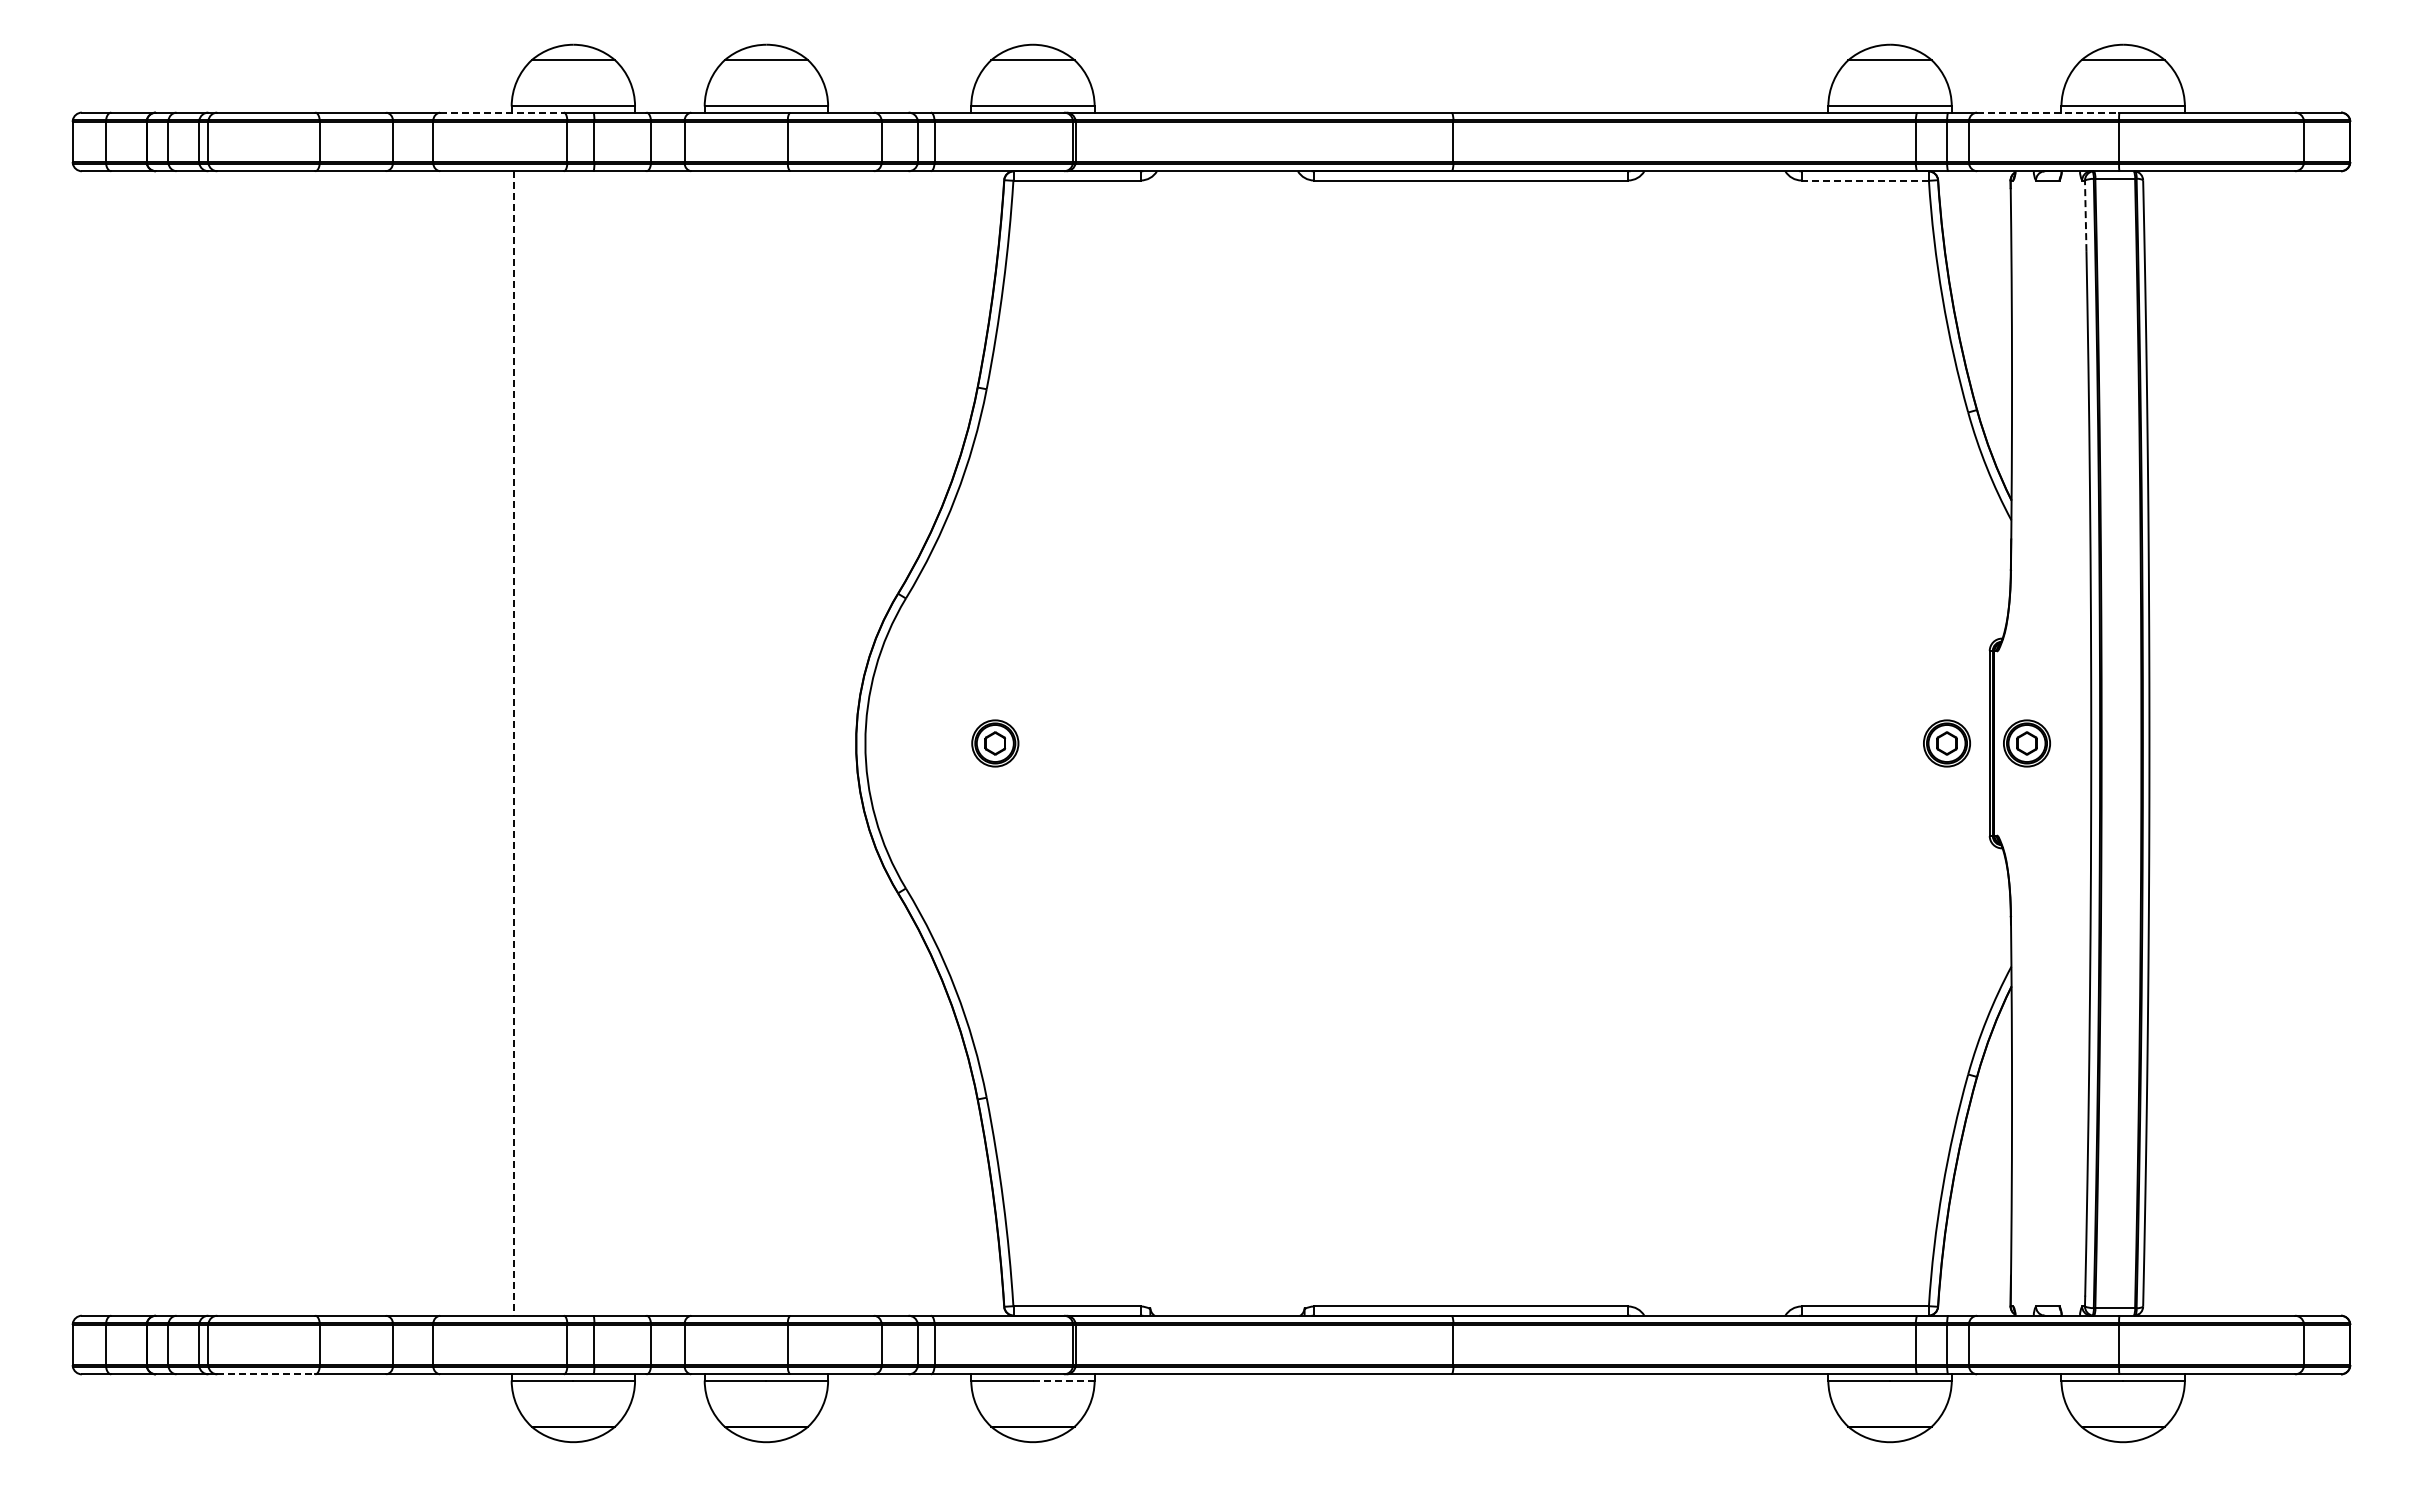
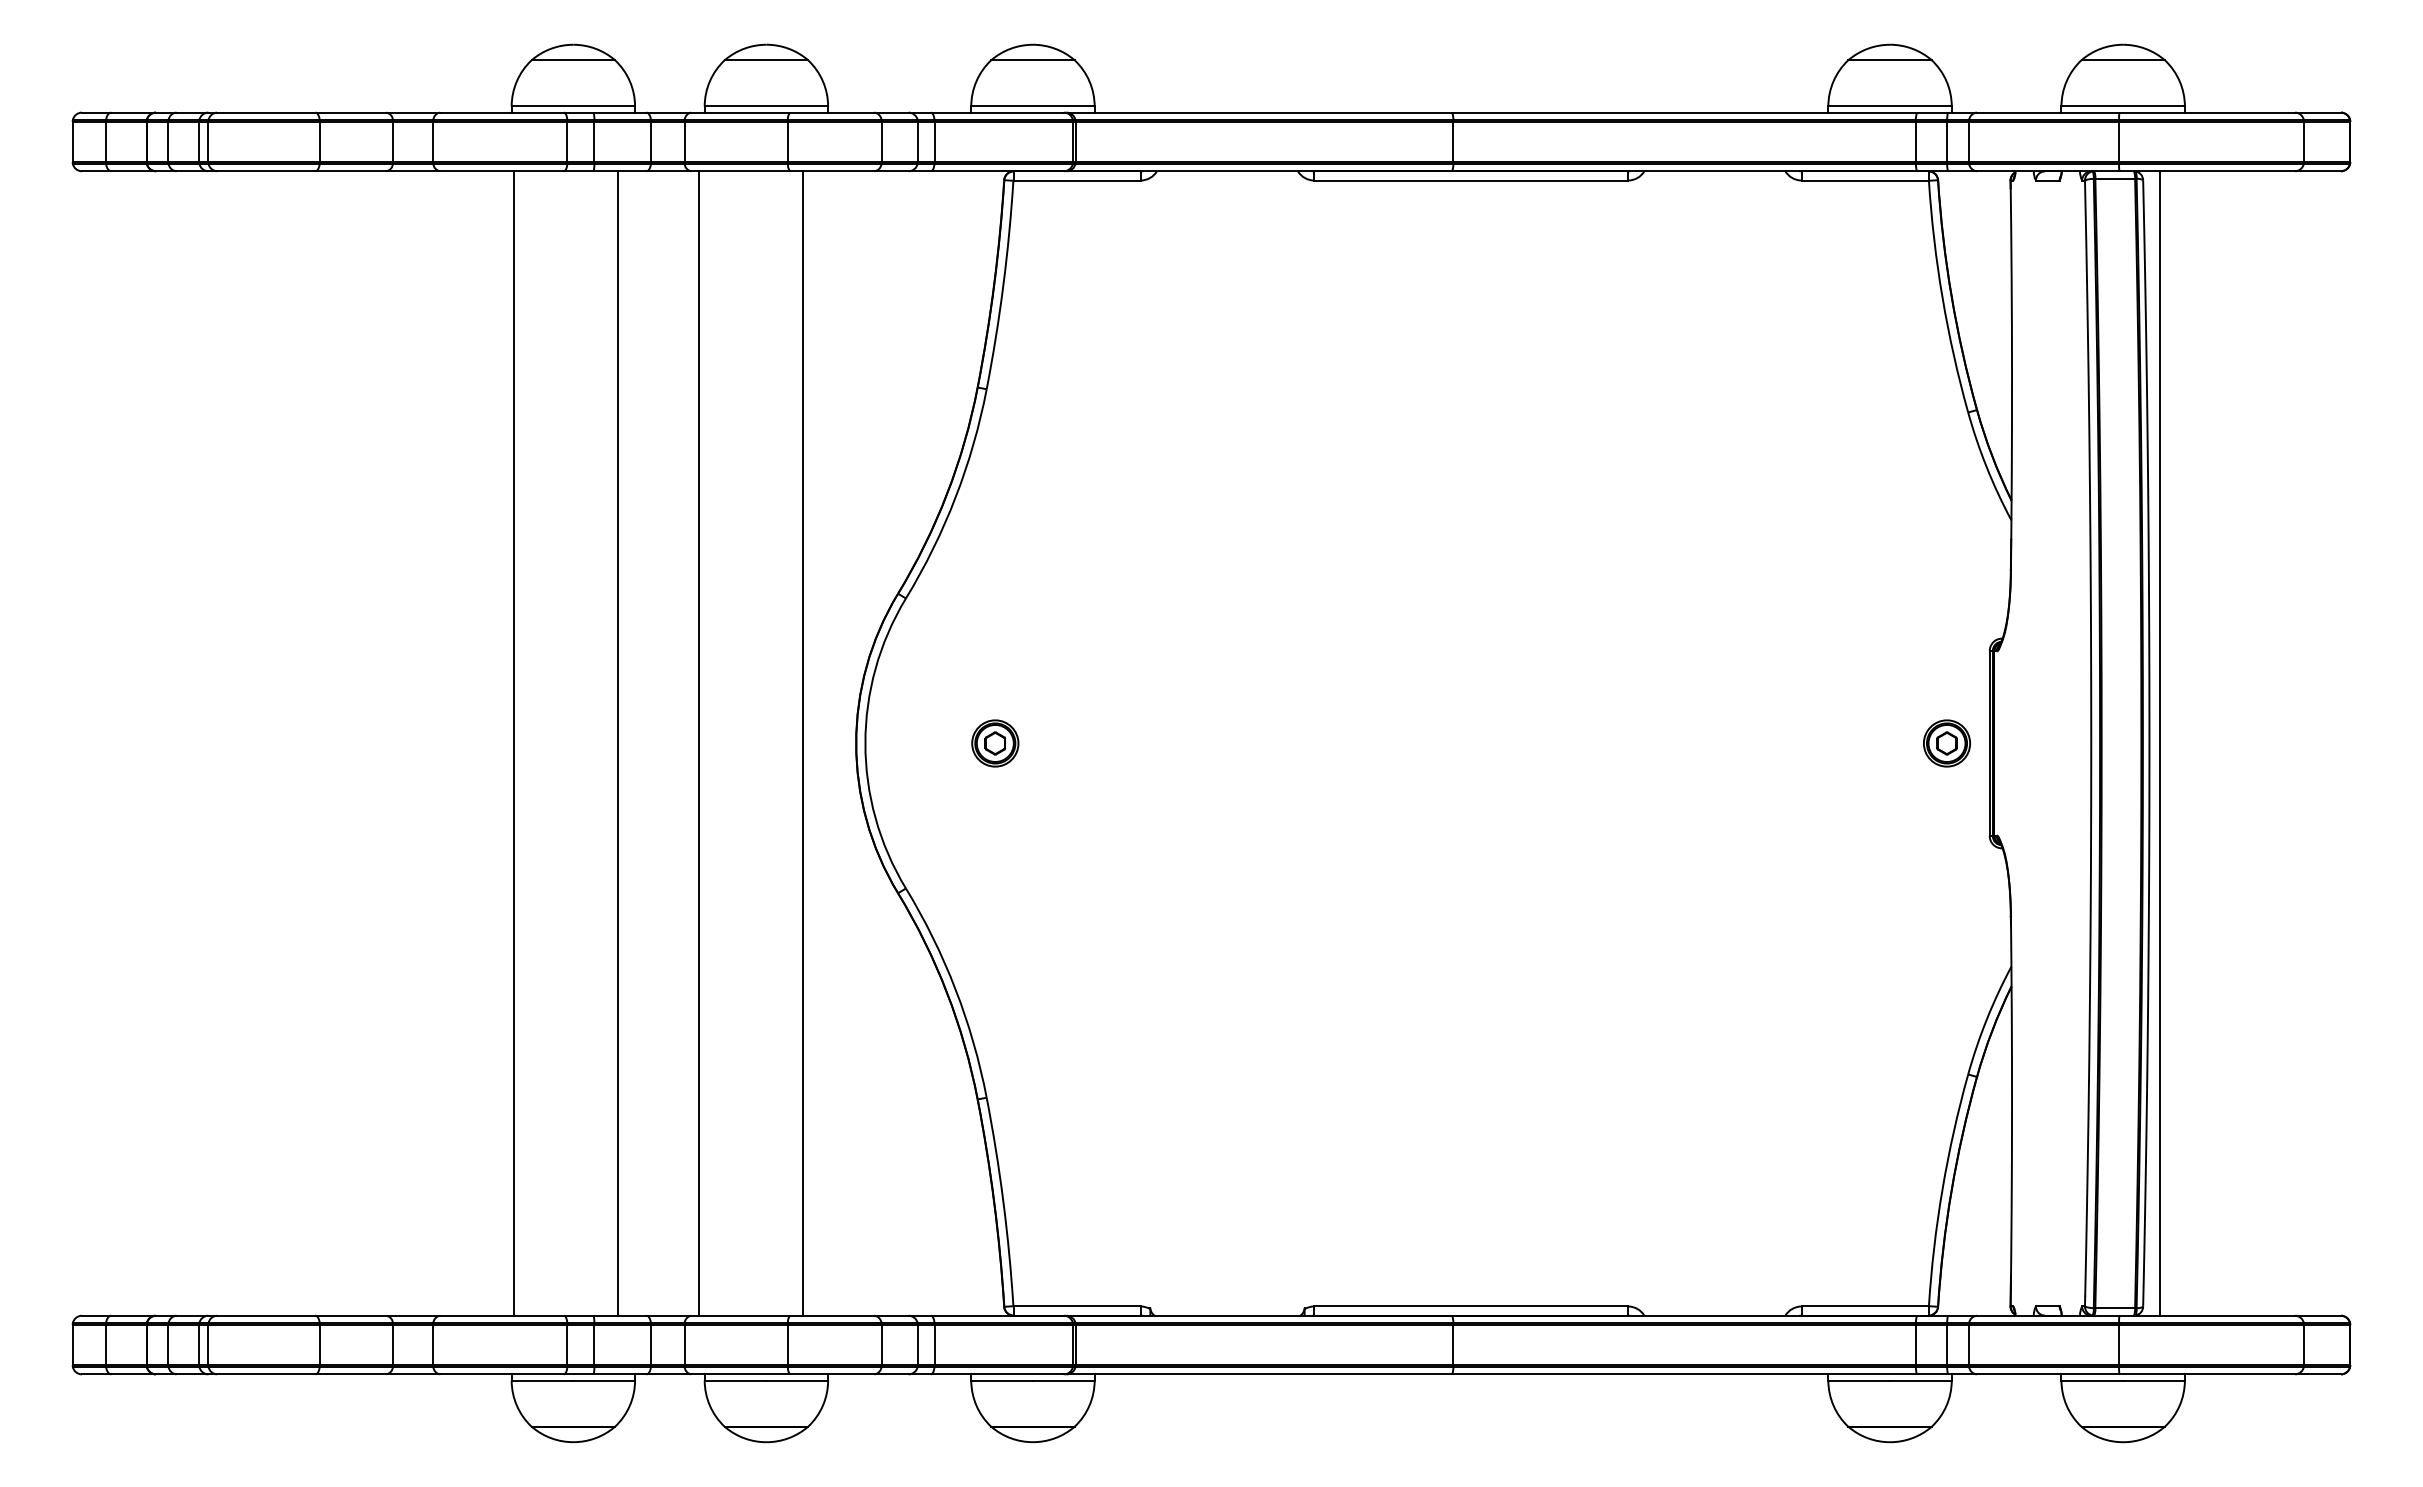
line at (502, 112): dashed -> solid
line at (2048, 112): dashed -> solid
line at (1865, 180): dashed -> solid
line at (2085, 215): dashed -> solid
line at (617, 743): none -> present
line at (698, 743): none -> present
line at (802, 743): none -> present
part at (2026, 743): present -> none
line at (2159, 743): none -> present
line at (513, 744): dashed -> solid
line at (266, 1374): dashed -> solid
line at (1063, 1380): dashed -> solid
